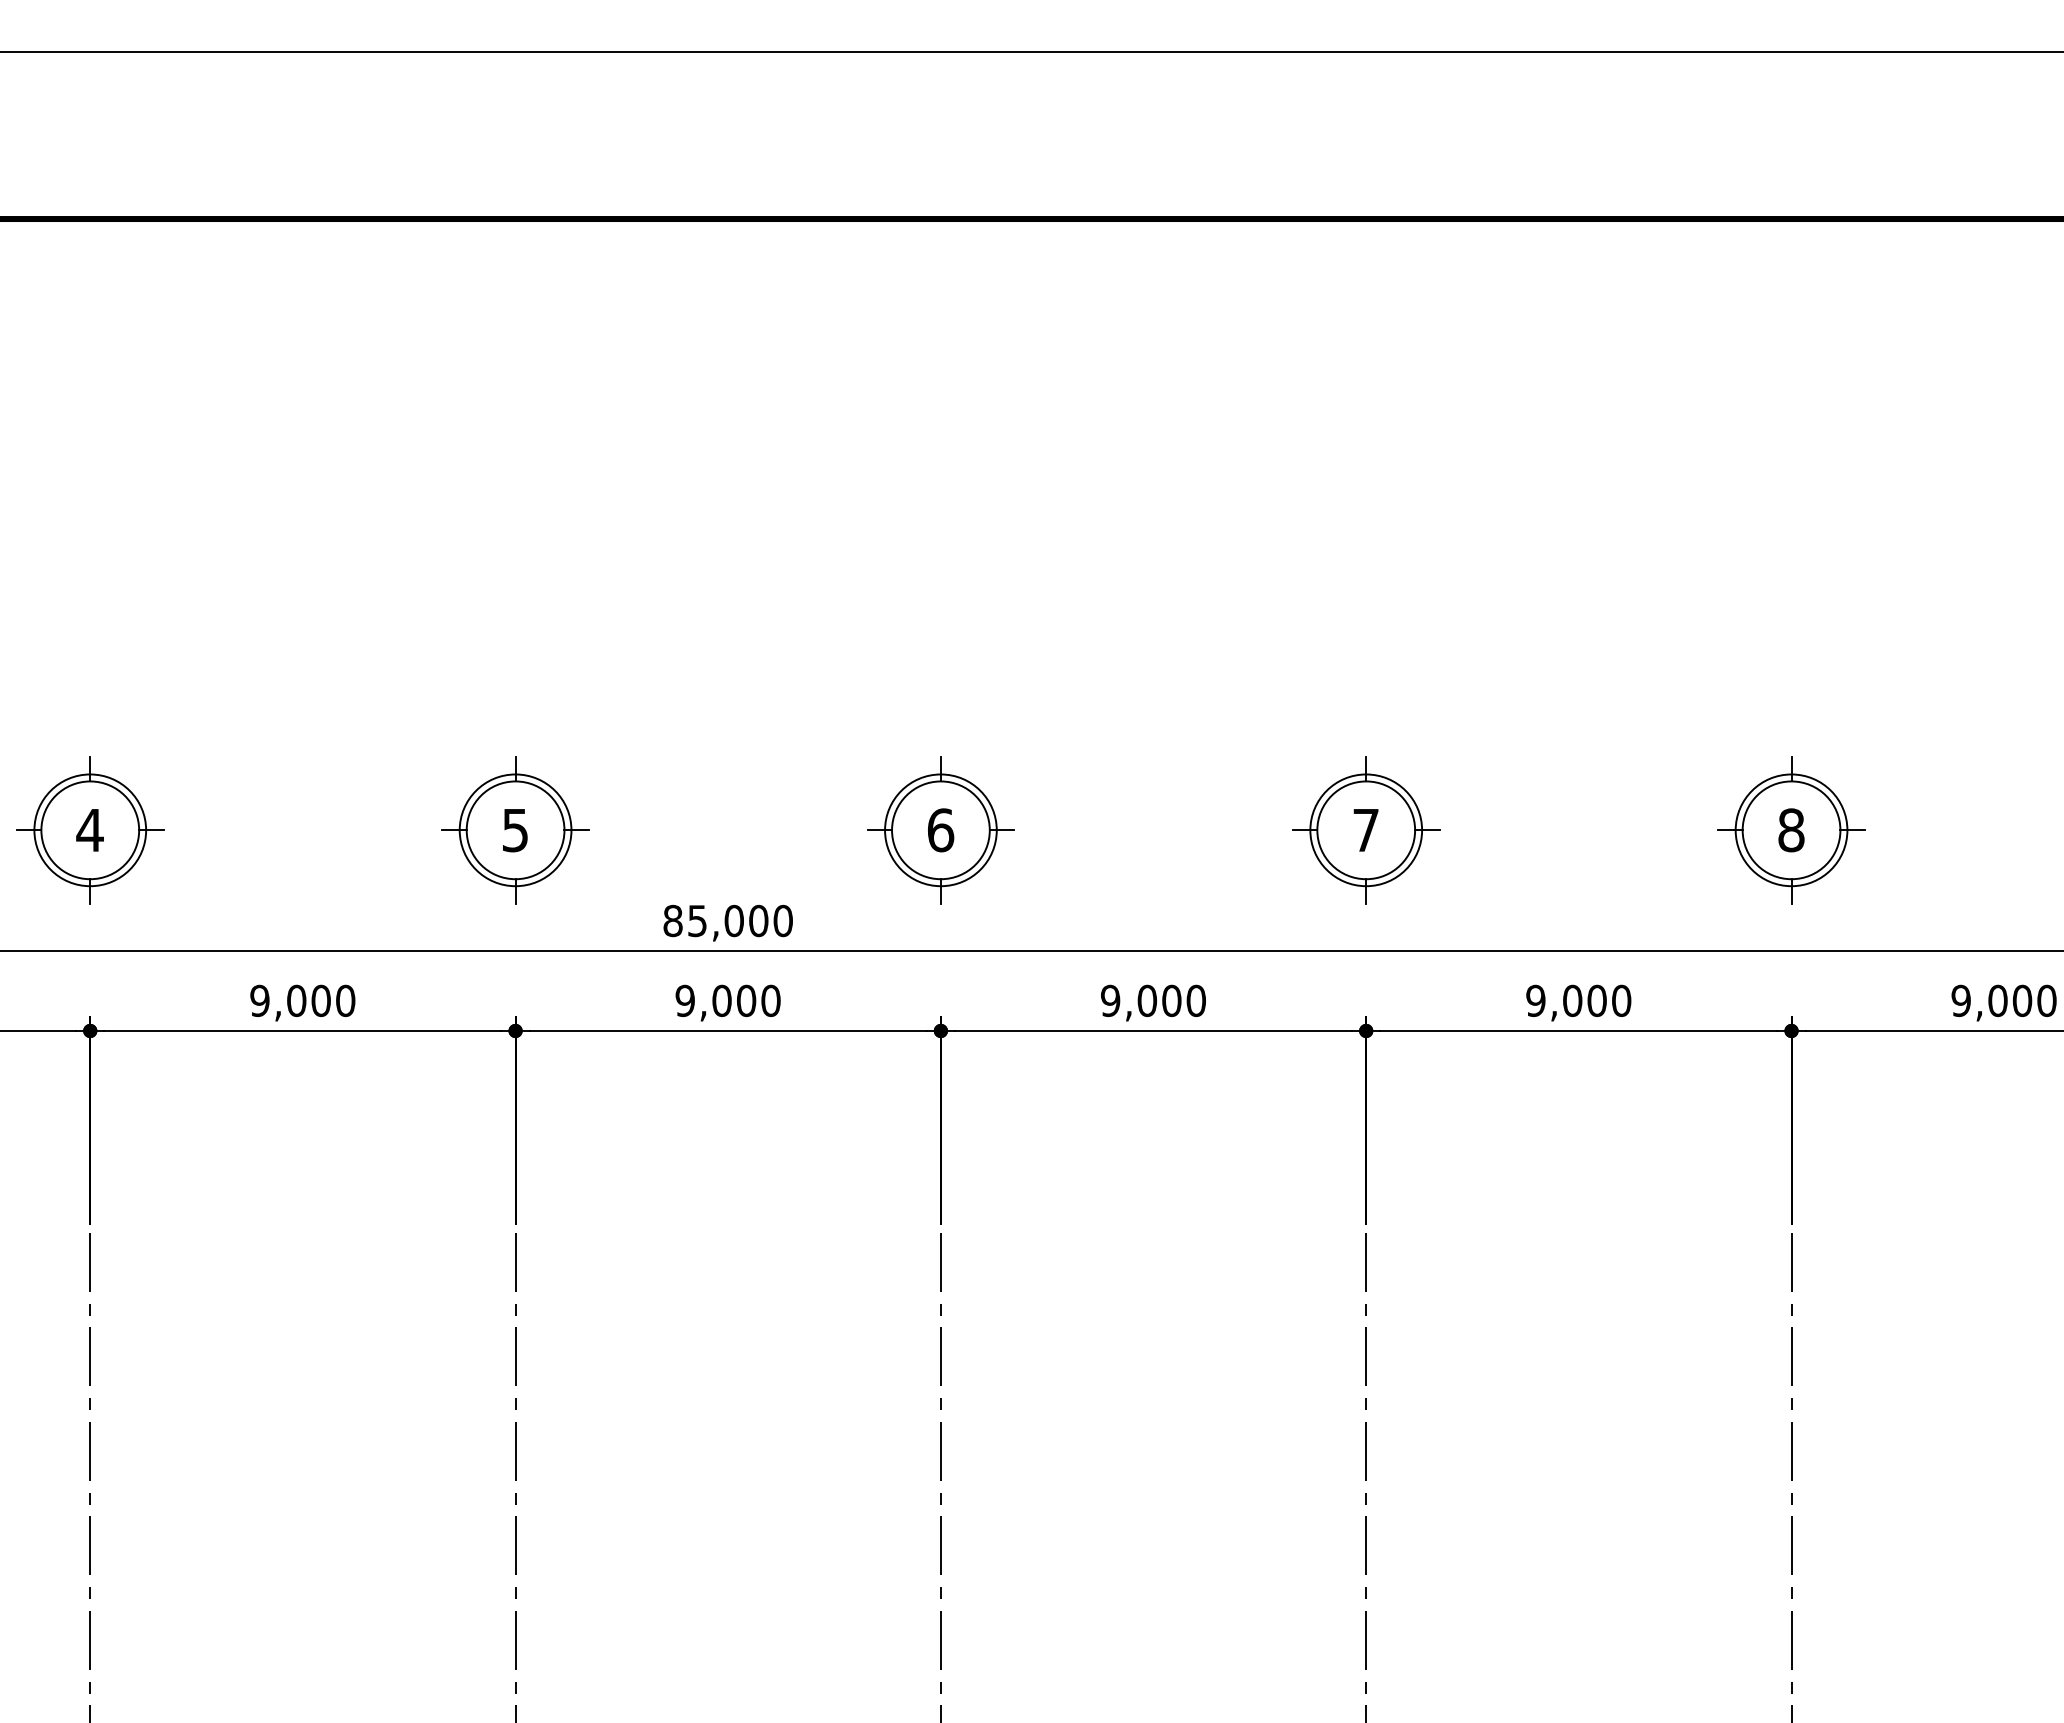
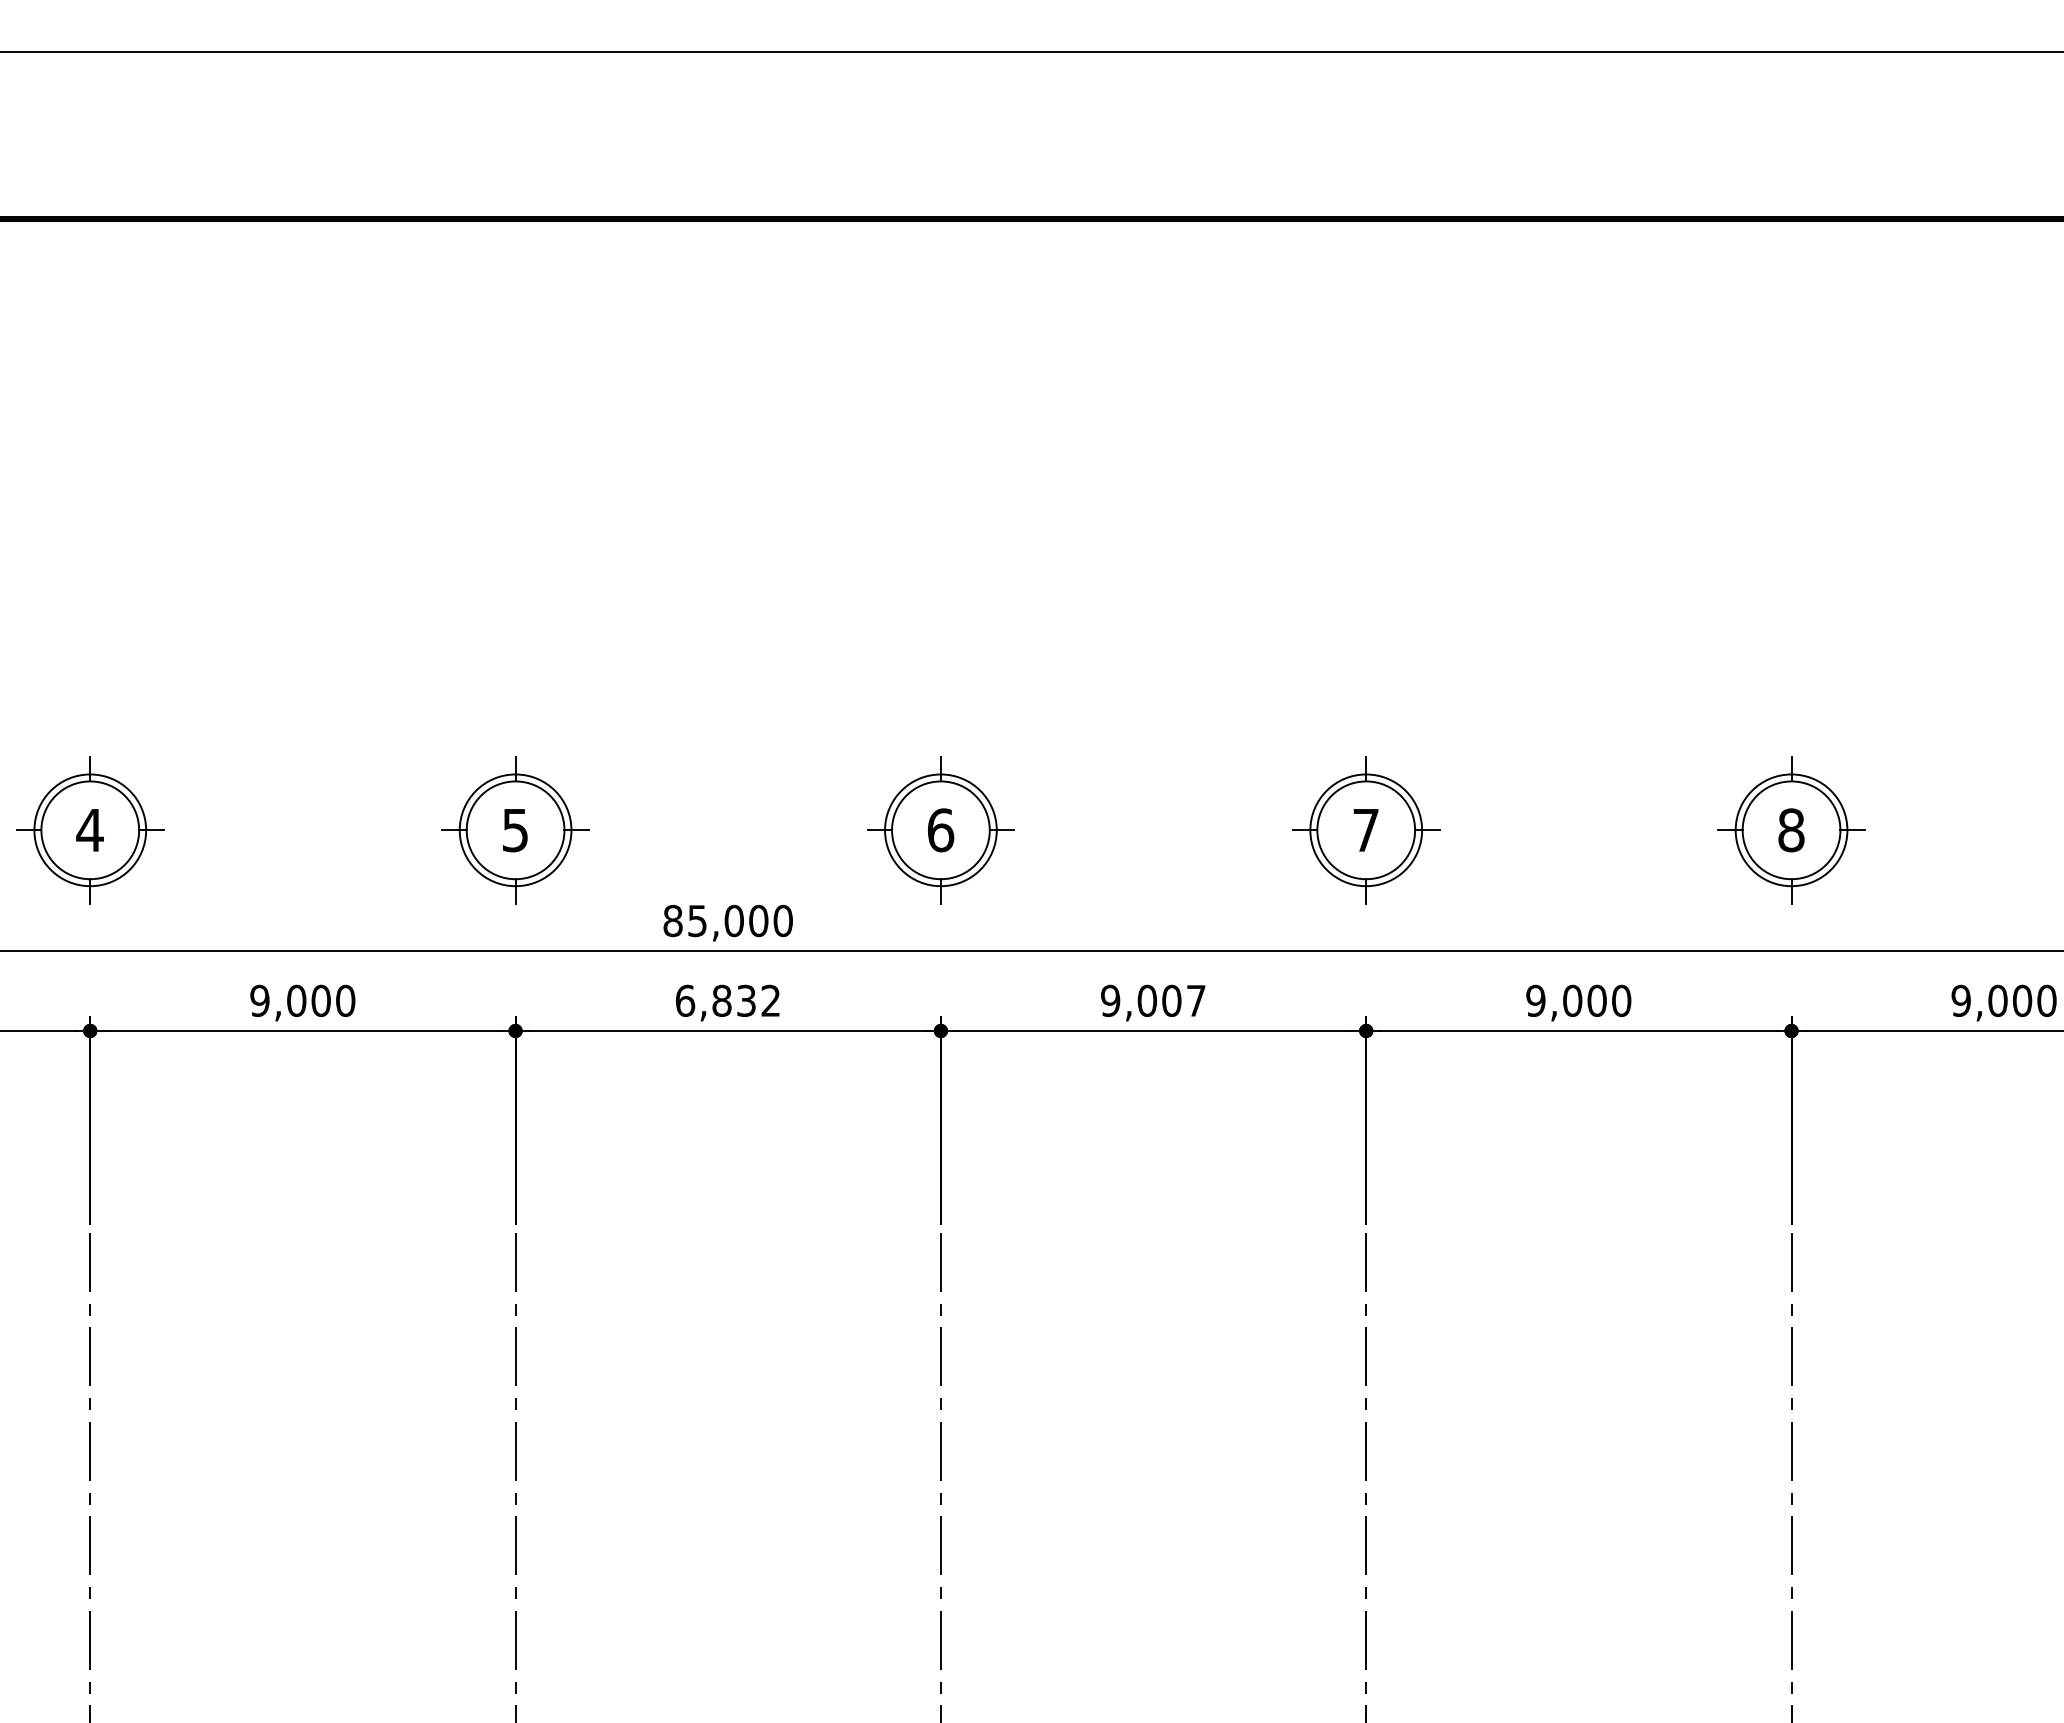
text at (727, 1000): 9,000 -> 6,832
text at (1195, 1000): 9,000 -> 9,007
